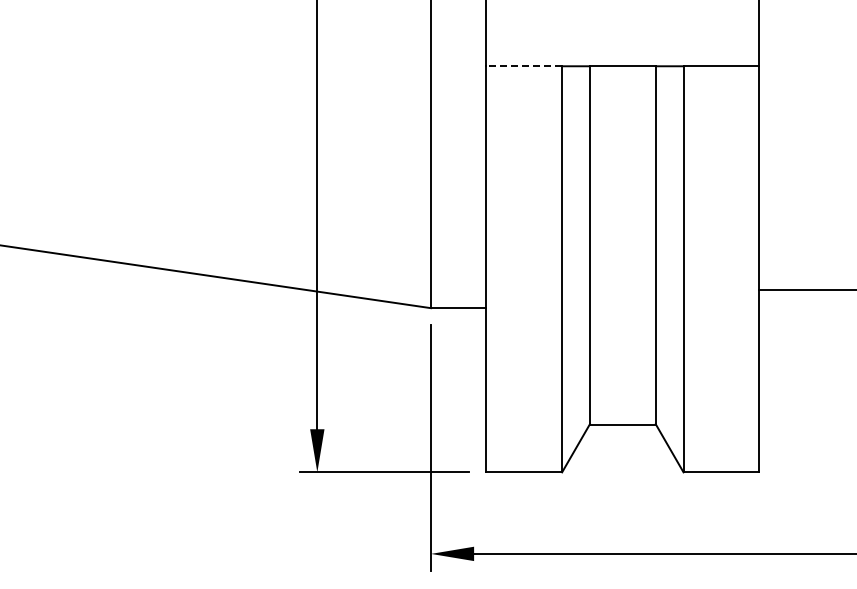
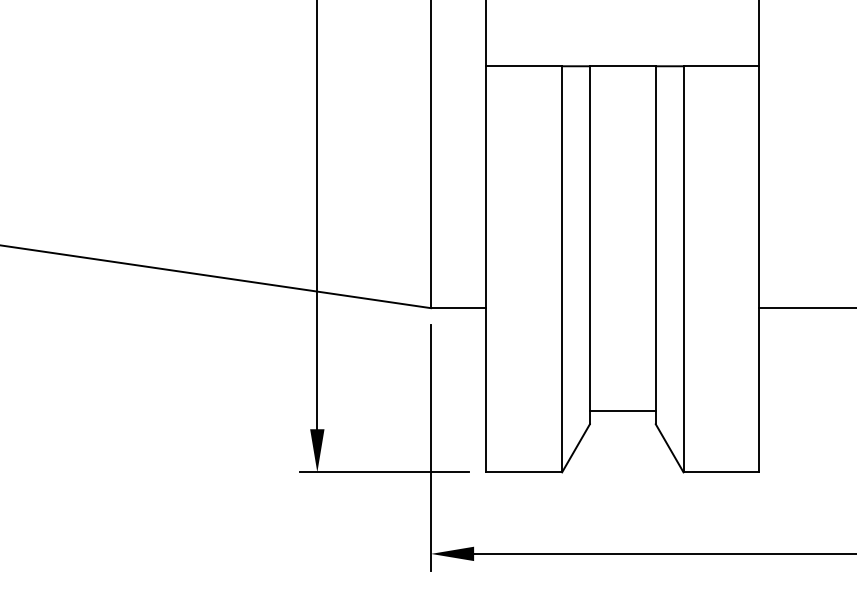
line at (523, 66): dashed -> solid
line at (806, 290) position: (806, 290) -> (806, 308)
line at (622, 424) position: (622, 424) -> (622, 410)
